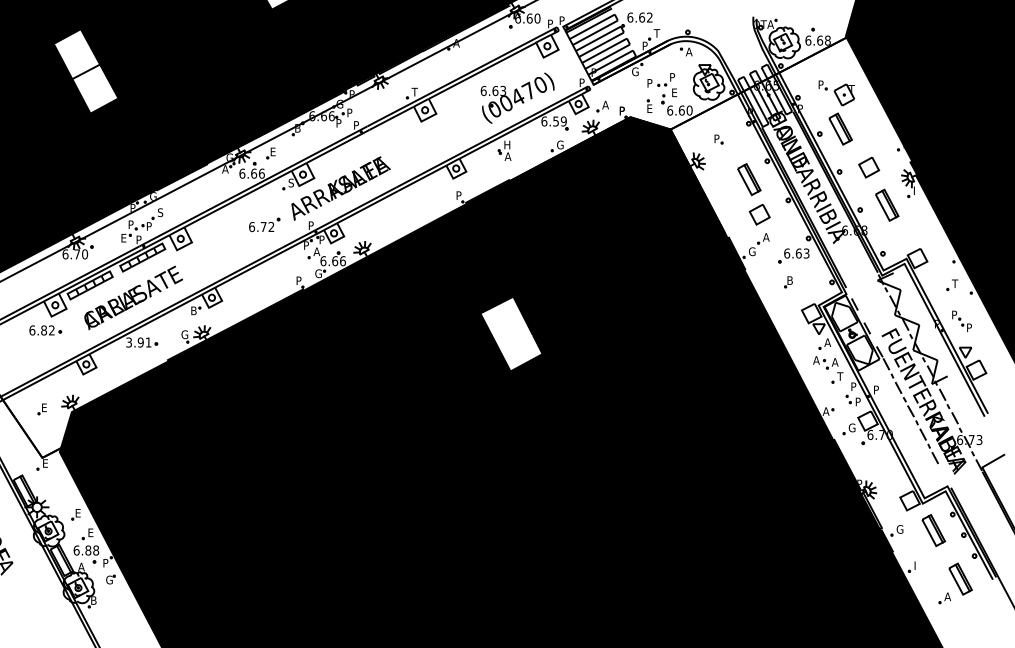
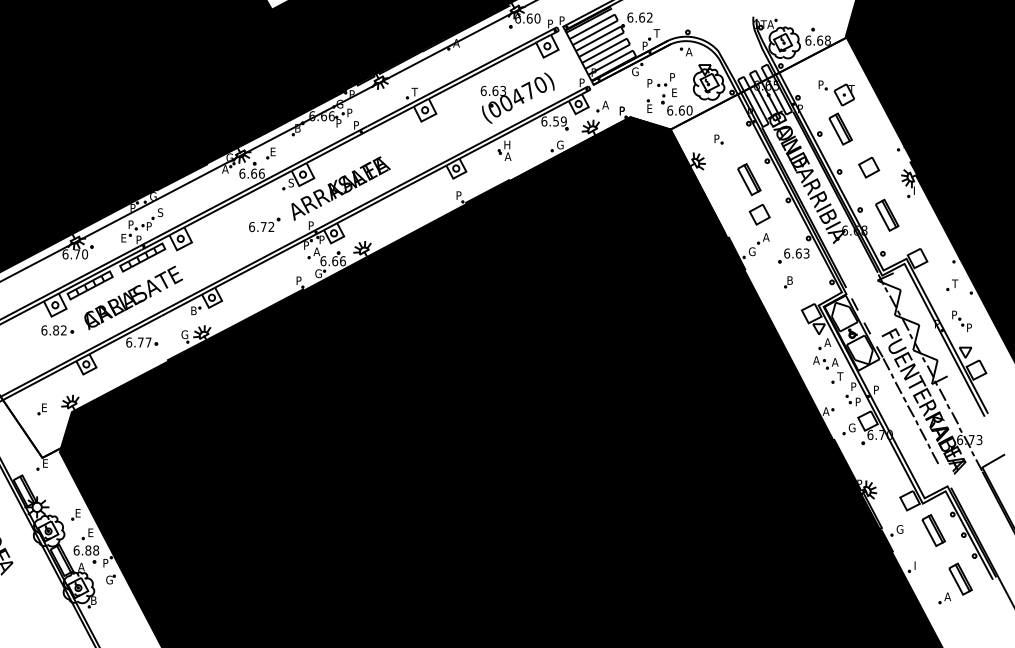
fill at (85, 71): none -> present
part at (887, 204) position: (887, 204) -> (887, 214)
part at (45, 330) position: (45, 330) -> (57, 330)
fill at (511, 333): none -> present
text at (138, 342): 3.91 -> 6.77
